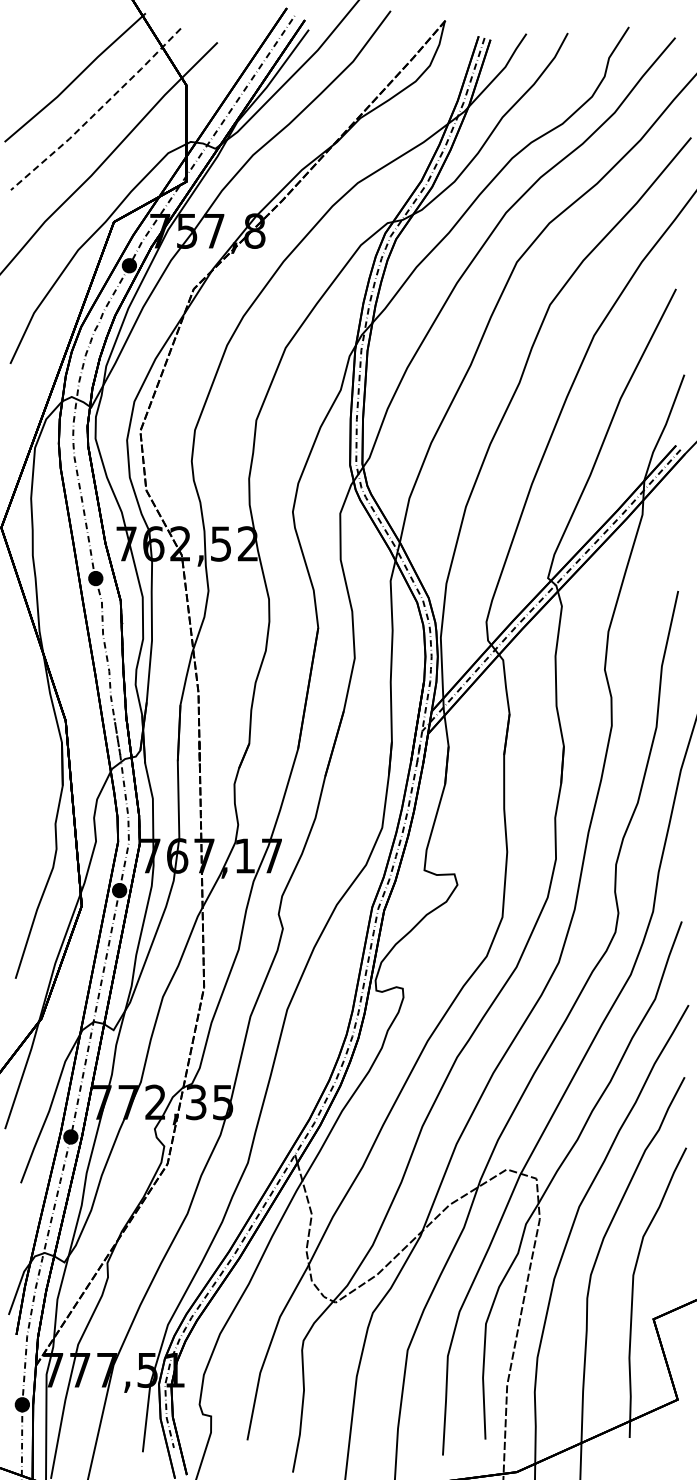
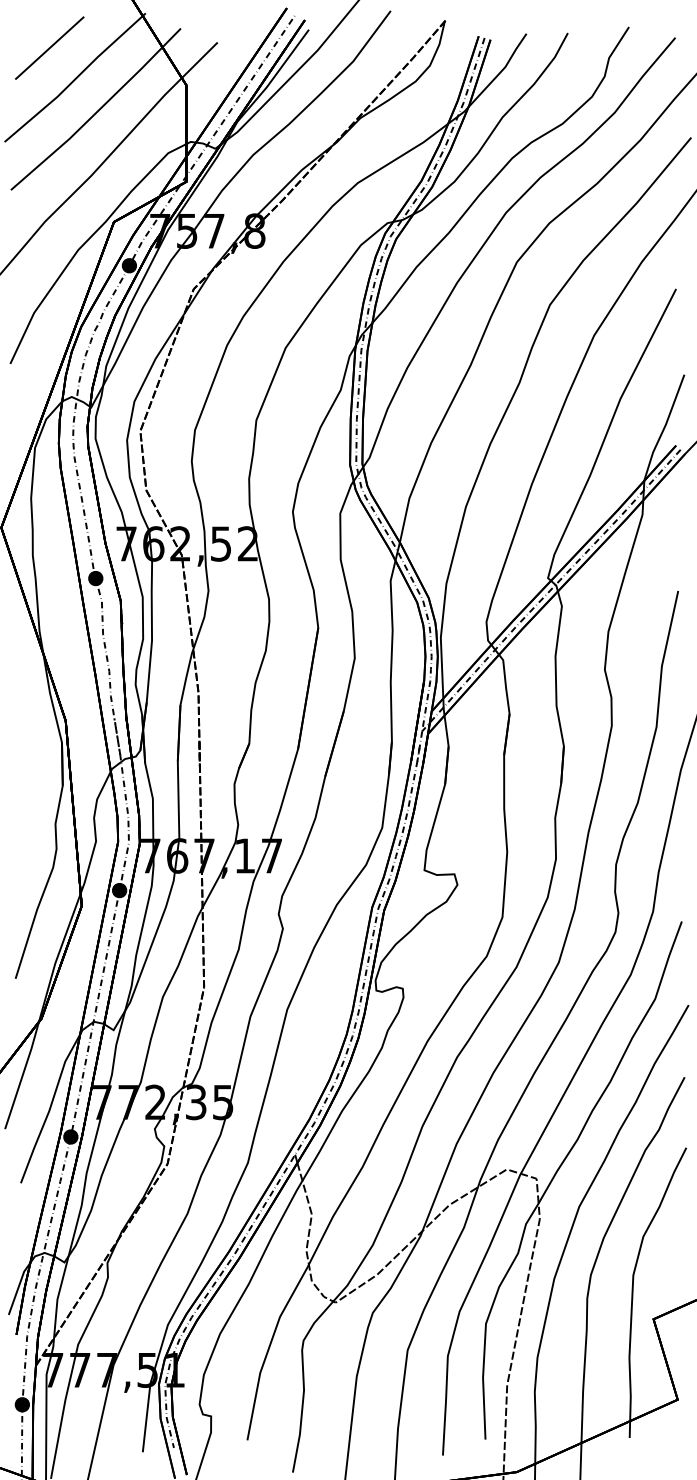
line at (49, 47): none -> present
line at (98, 111): dashed -> solid
